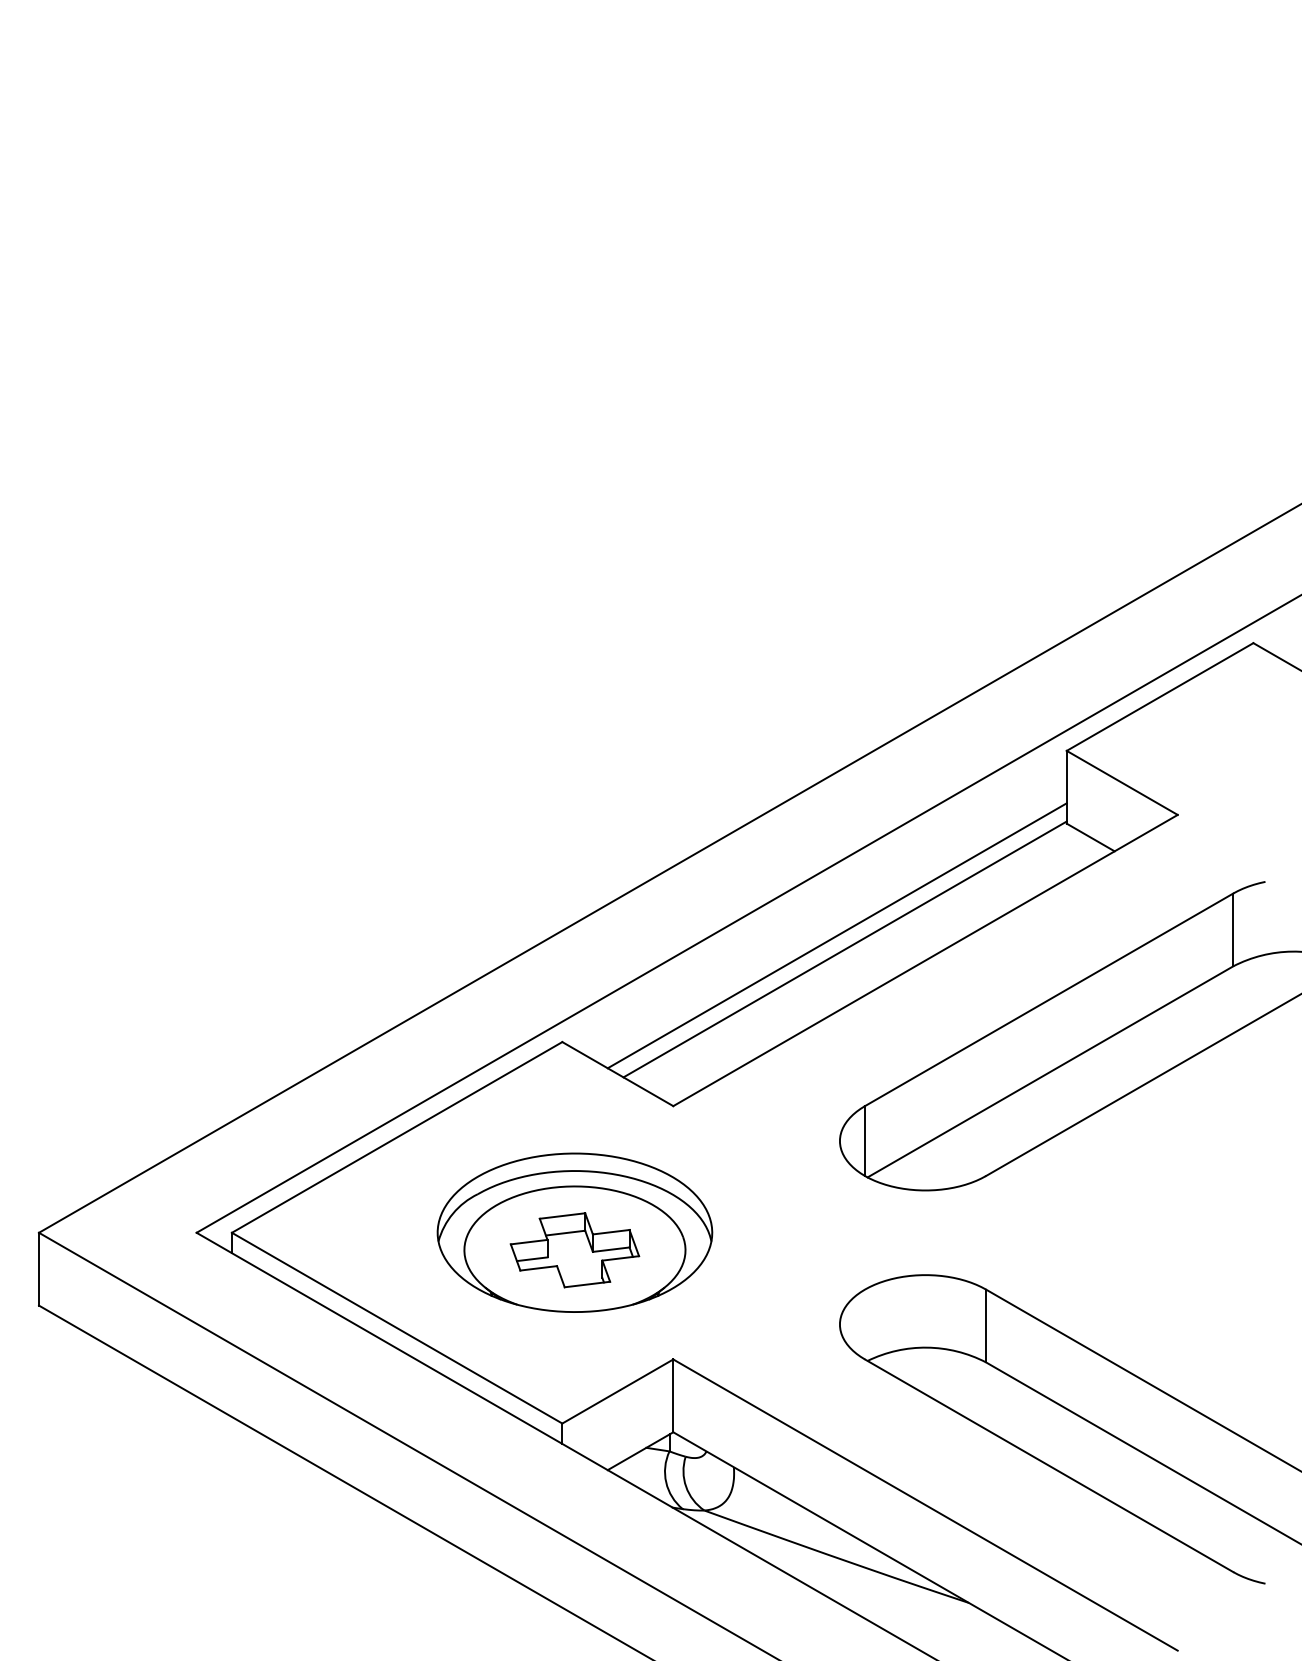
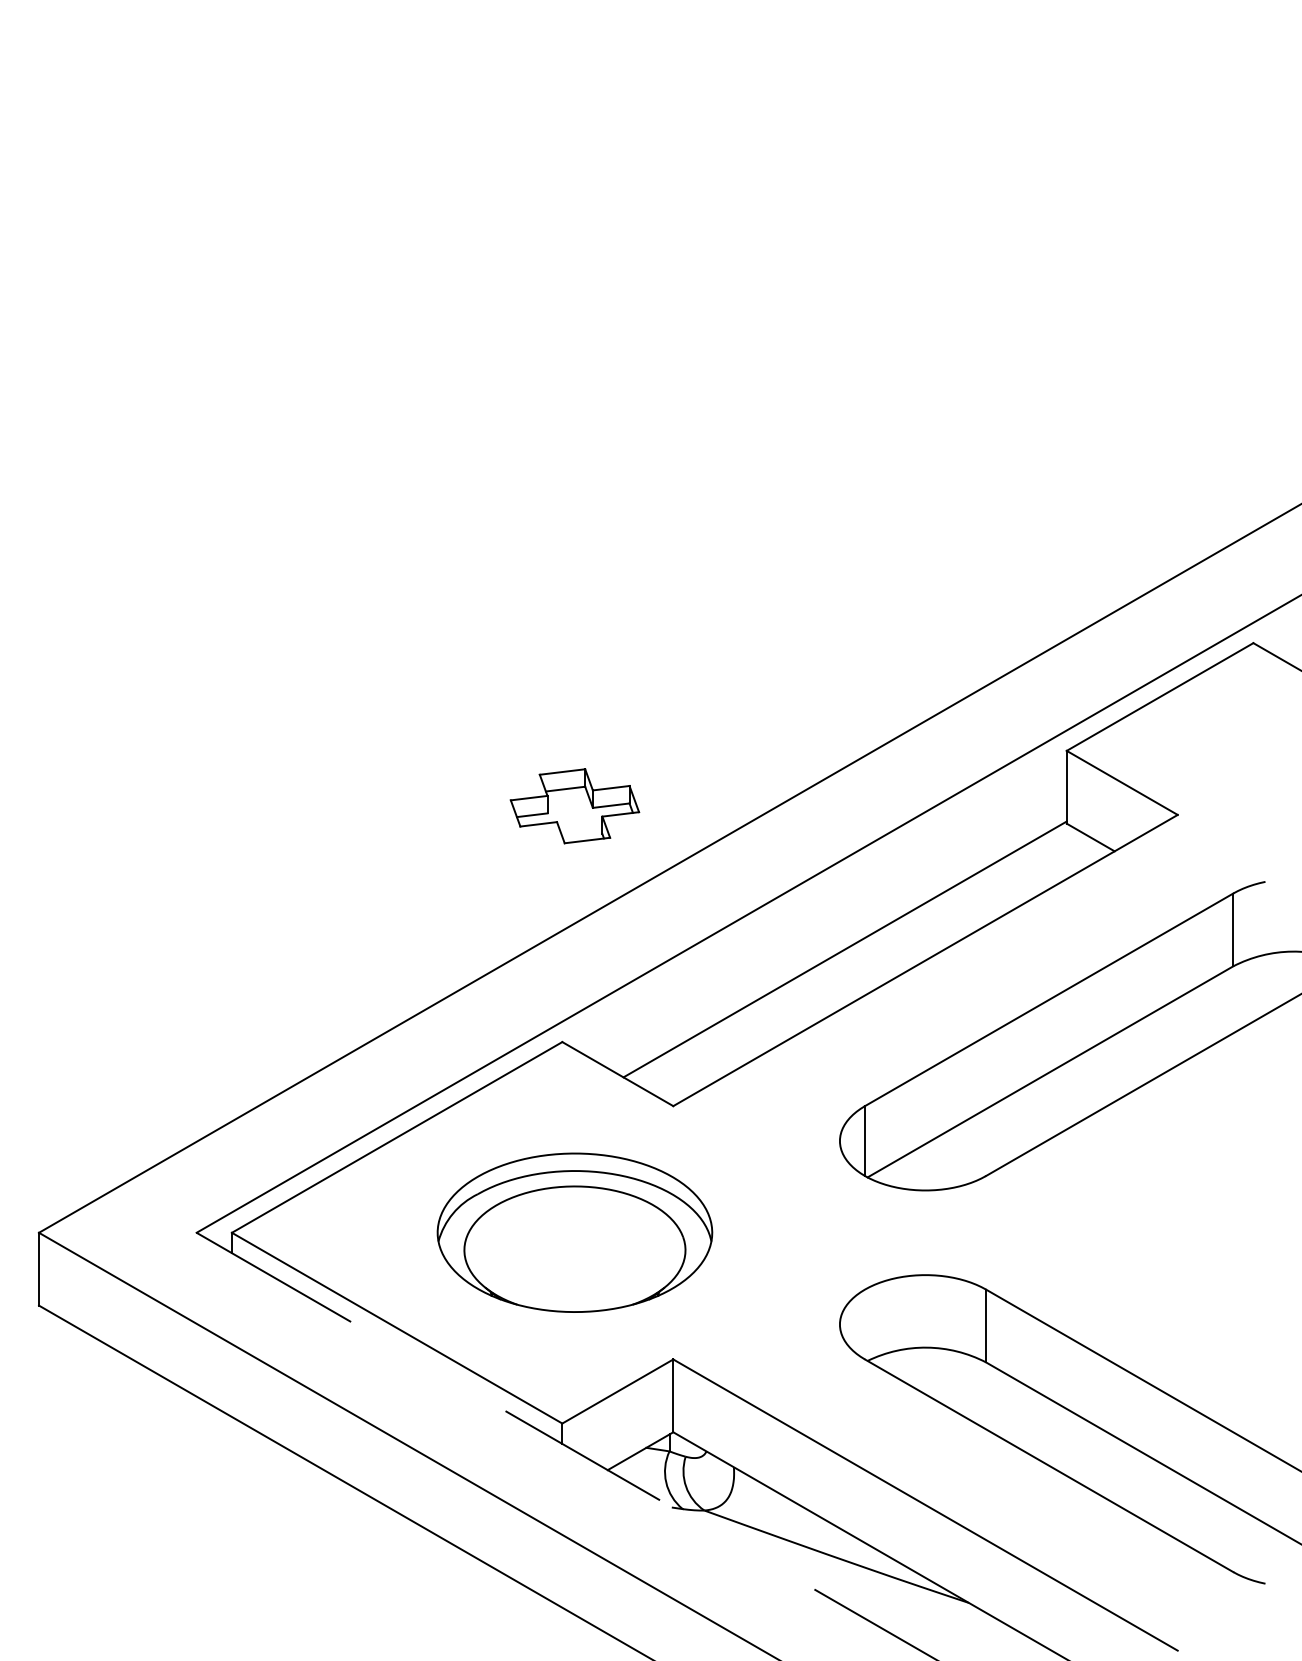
line at (836, 935): present -> none
part at (574, 1250) position: (574, 1250) -> (574, 806)
line at (567, 1446): solid -> dashed
